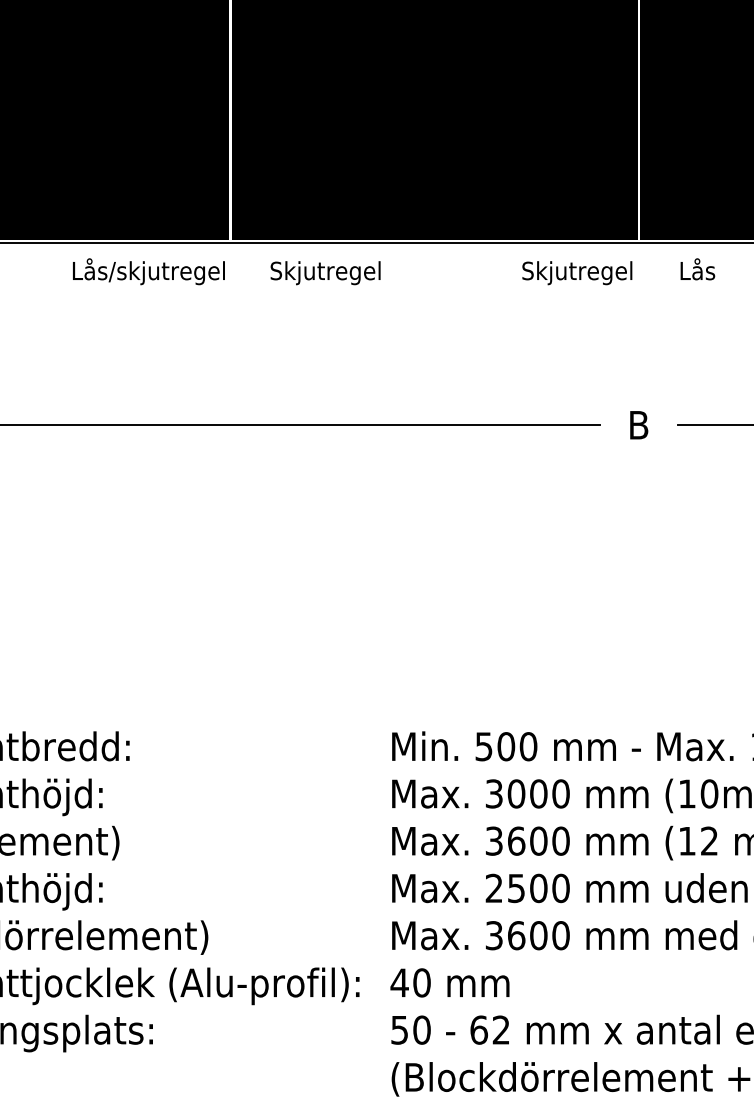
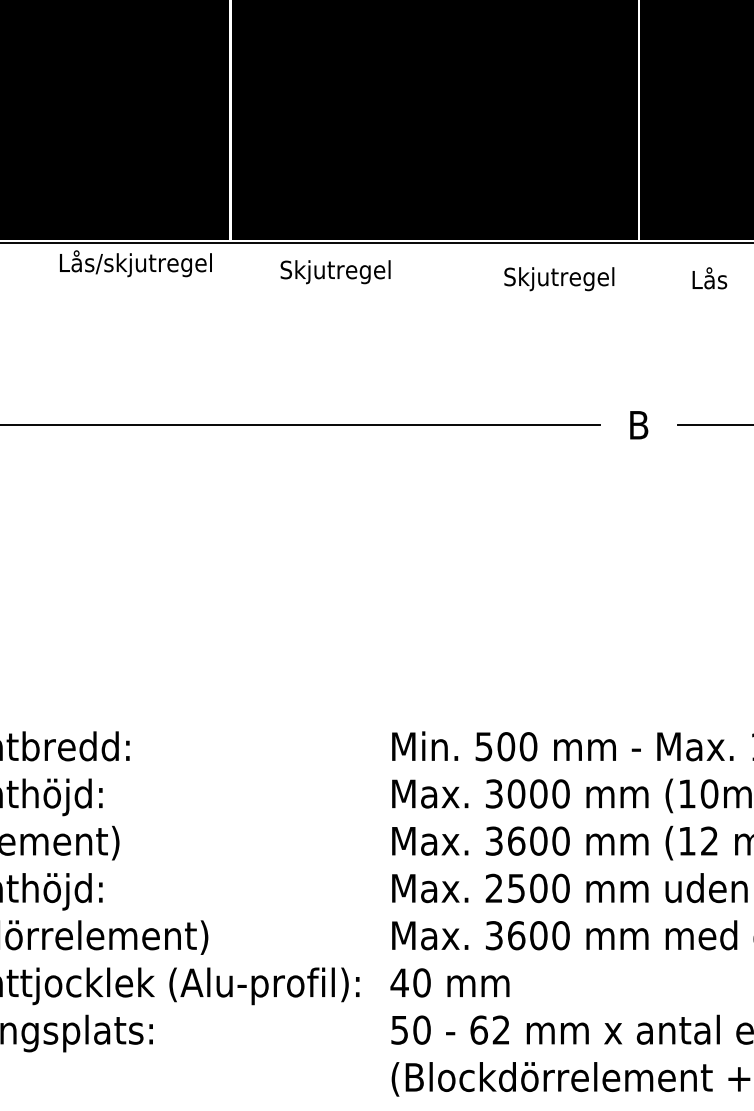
text at (697, 269) position: (697, 269) -> (709, 278)
text at (148, 271) position: (148, 271) -> (135, 263)
text at (325, 273) position: (325, 273) -> (335, 272)
text at (577, 273) position: (577, 273) -> (559, 279)
